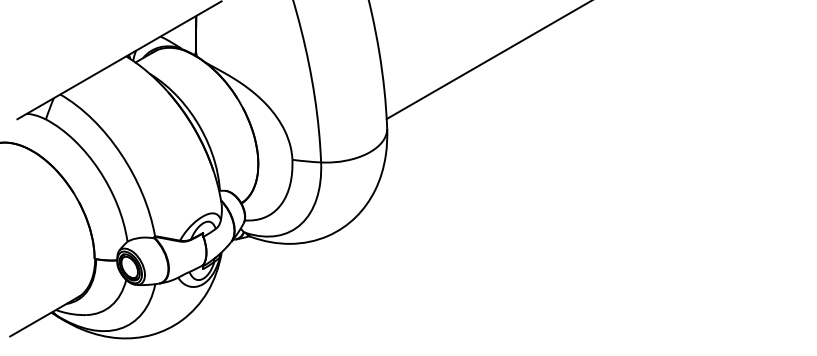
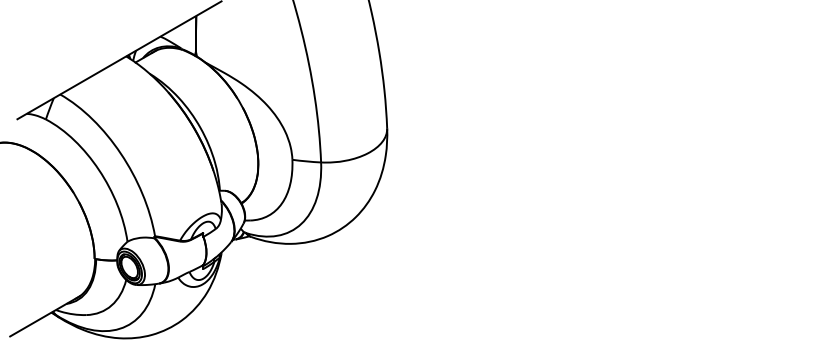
line at (487, 60): present -> none
